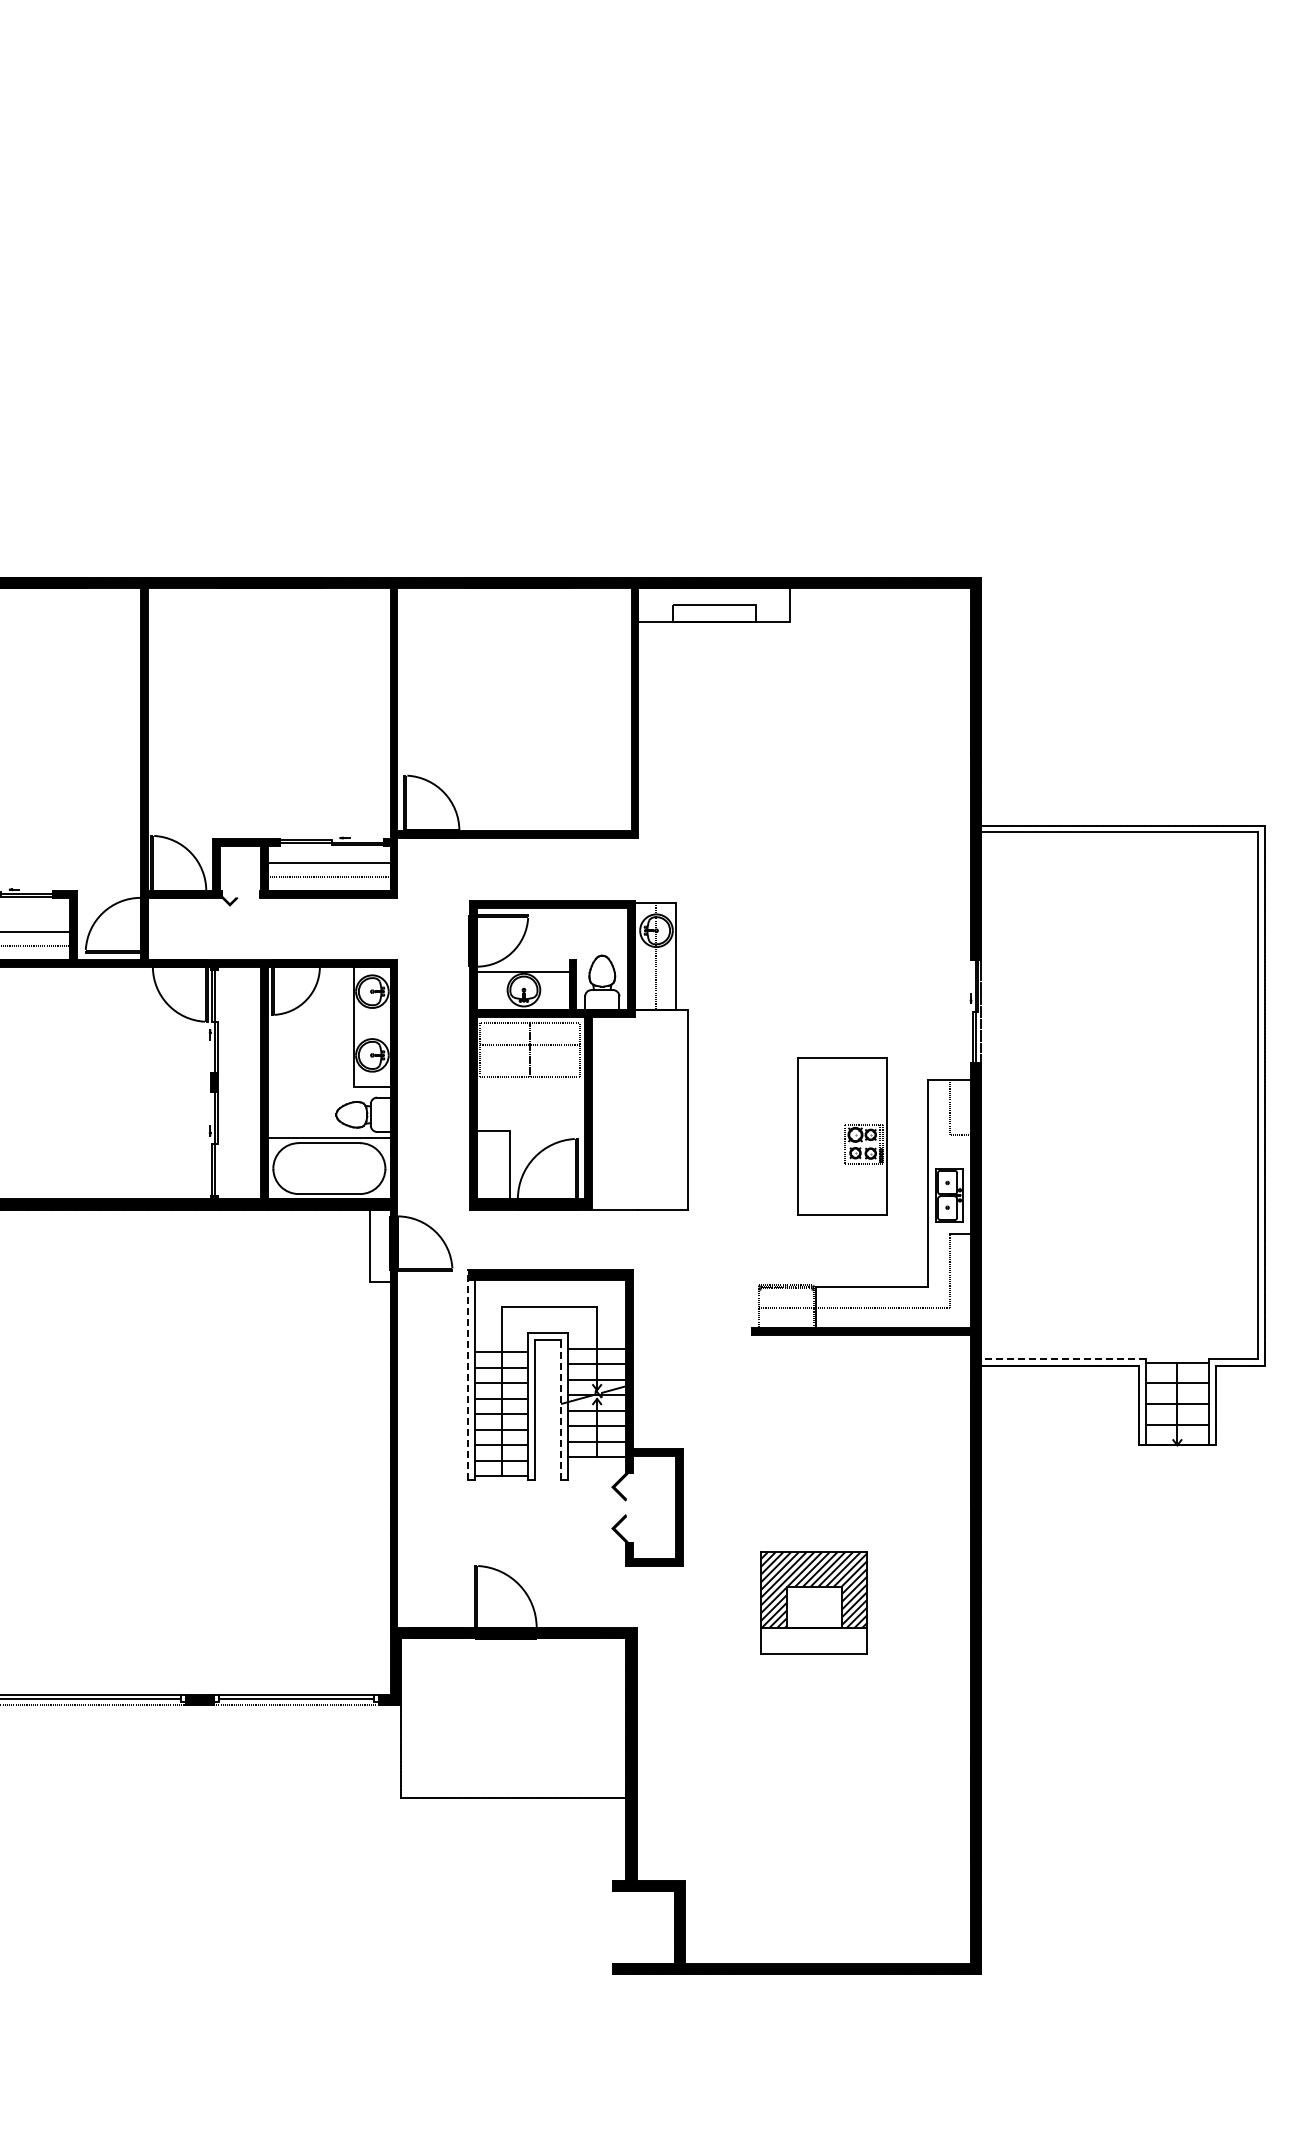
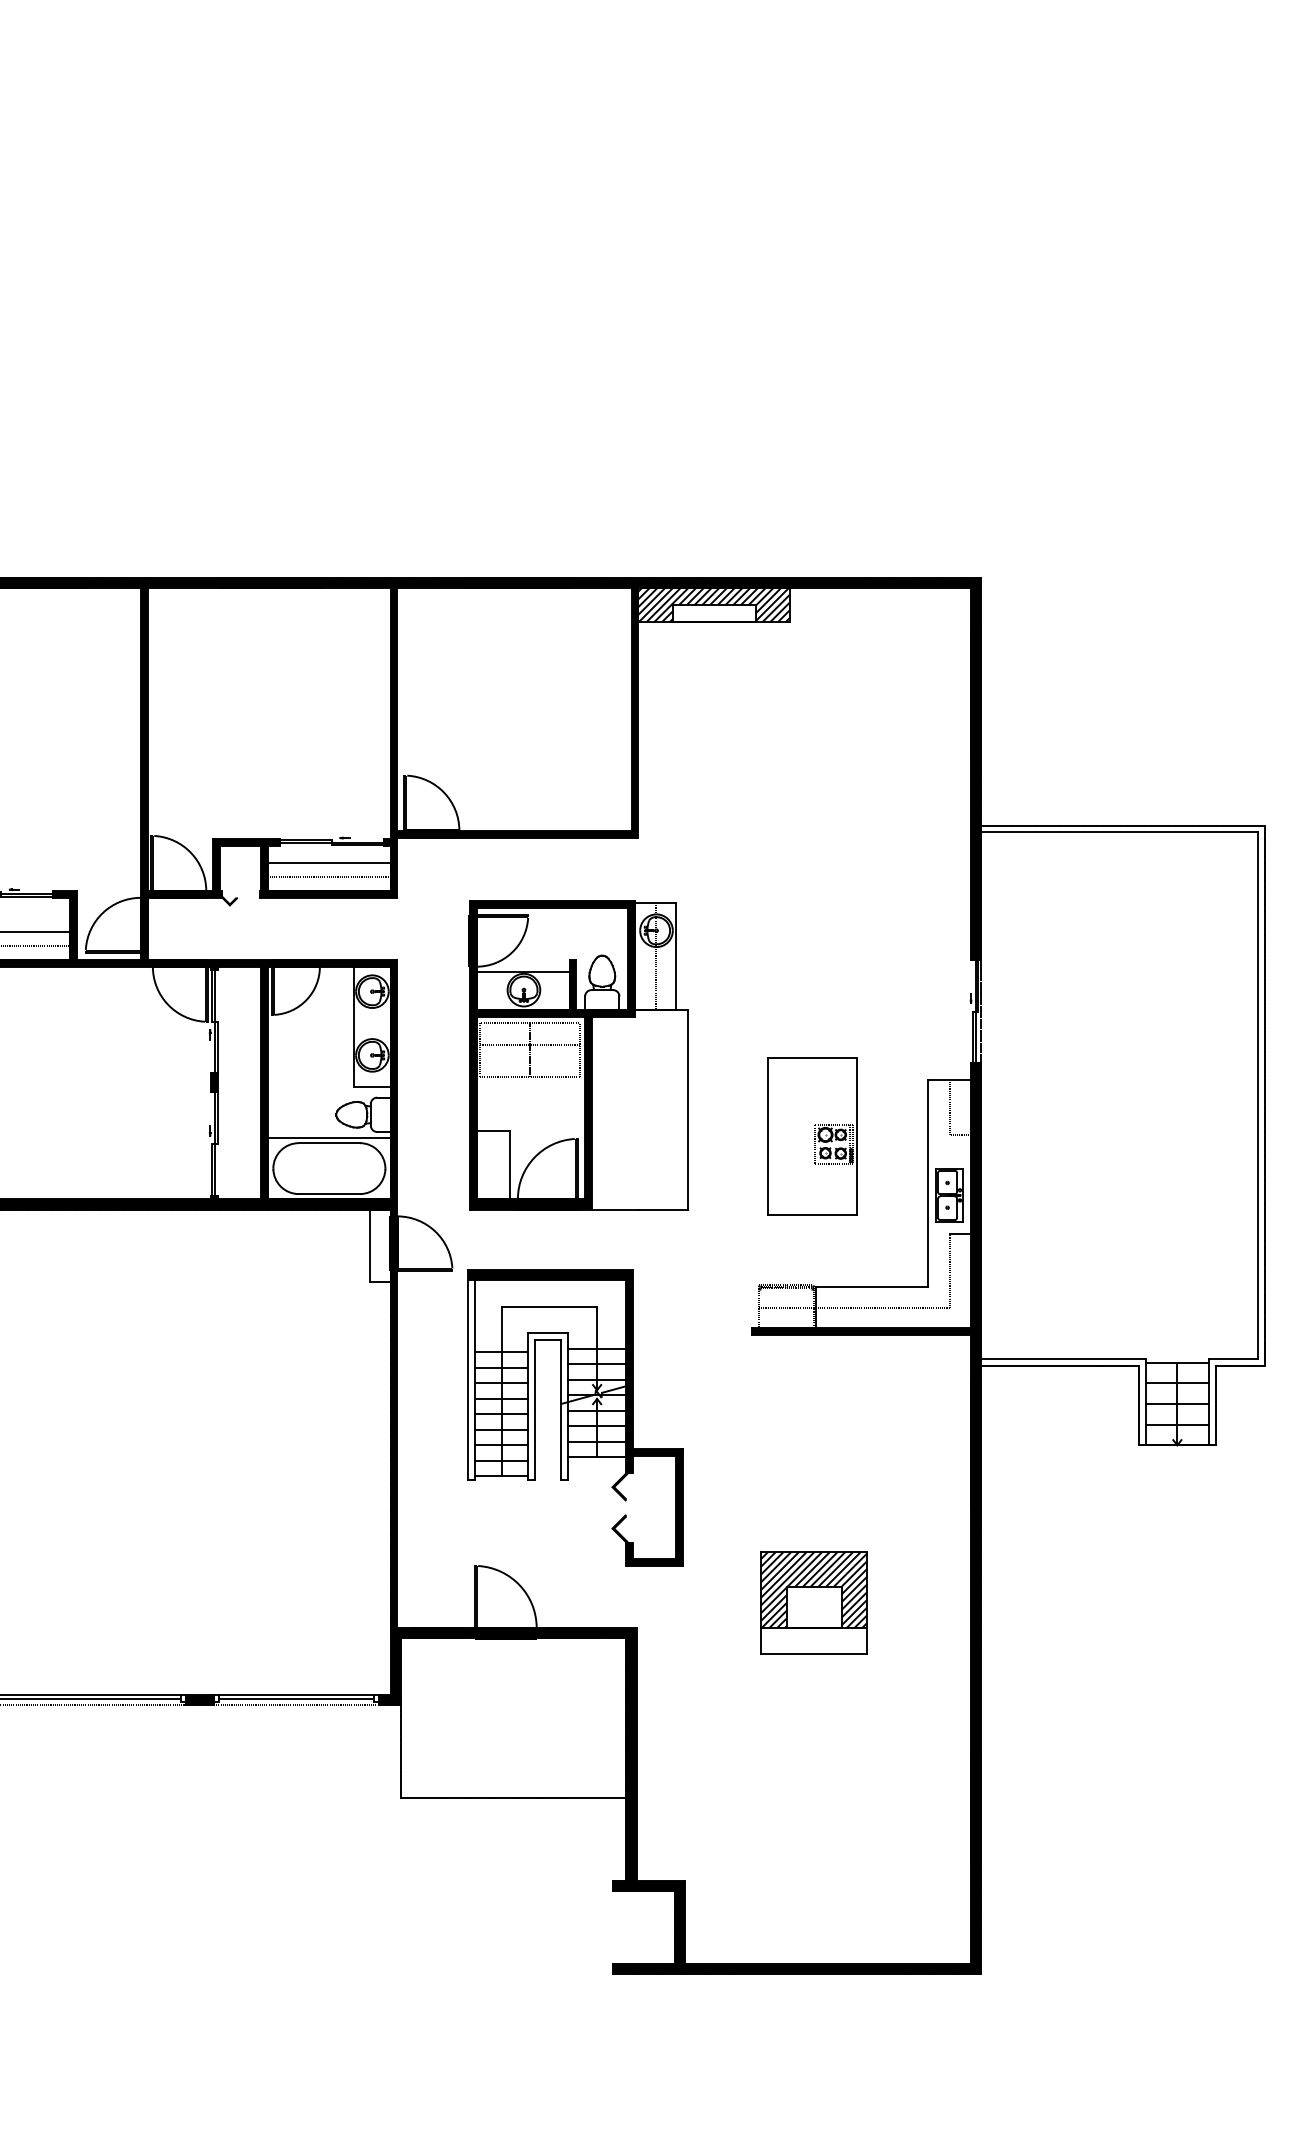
hatch at (713, 604): none -> present
part at (842, 1136) position: (842, 1136) -> (812, 1136)
line at (1062, 1359): dashed -> solid
line at (467, 1374): dashed -> solid
line at (560, 1410): dashed -> solid
